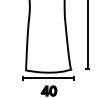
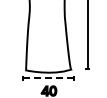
line at (48, 78): solid -> dashed
